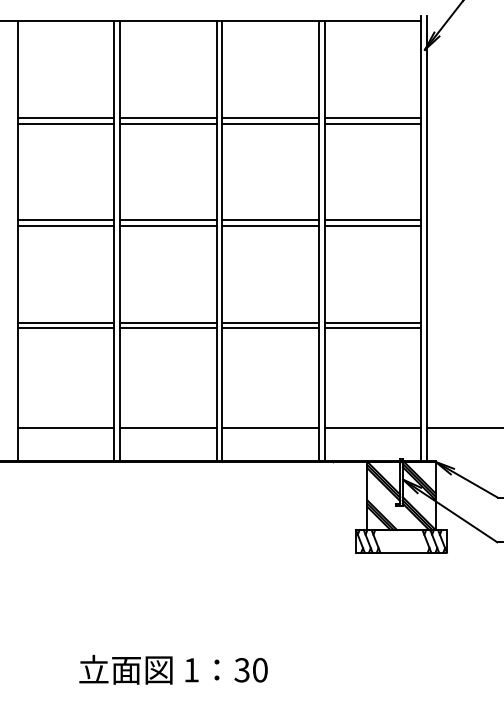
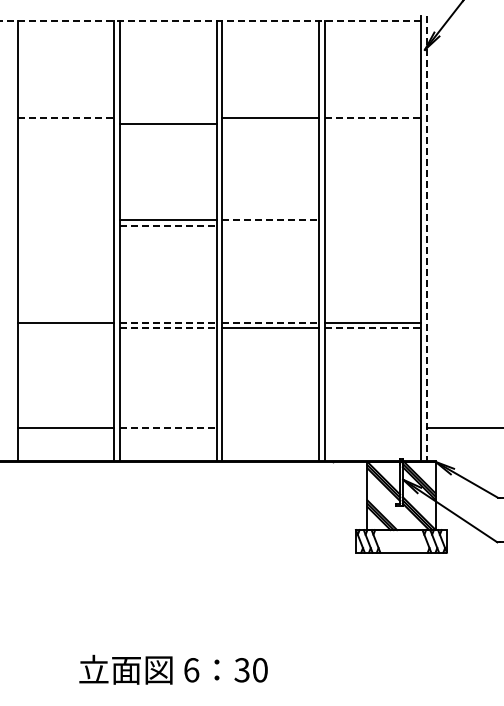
line at (210, 21): solid -> dashed
line at (66, 117): solid -> dashed
line at (168, 117): present -> none
line at (373, 117): solid -> dashed
line at (65, 123): present -> none
line at (270, 123): present -> none
line at (372, 123): present -> none
line at (65, 220): present -> none
line at (271, 220): solid -> dashed
line at (372, 220): present -> none
line at (65, 225): present -> none
line at (168, 225): solid -> dashed
line at (270, 225): present -> none
line at (372, 225): present -> none
line at (427, 238): solid -> dashed
line at (168, 322): solid -> dashed
line at (271, 322): solid -> dashed
line at (65, 328): present -> none
line at (168, 328): solid -> dashed
line at (373, 328): solid -> dashed
line at (168, 427): solid -> dashed
line at (270, 427): present -> none
line at (372, 427): present -> none
text at (191, 670): 1 -> 6
